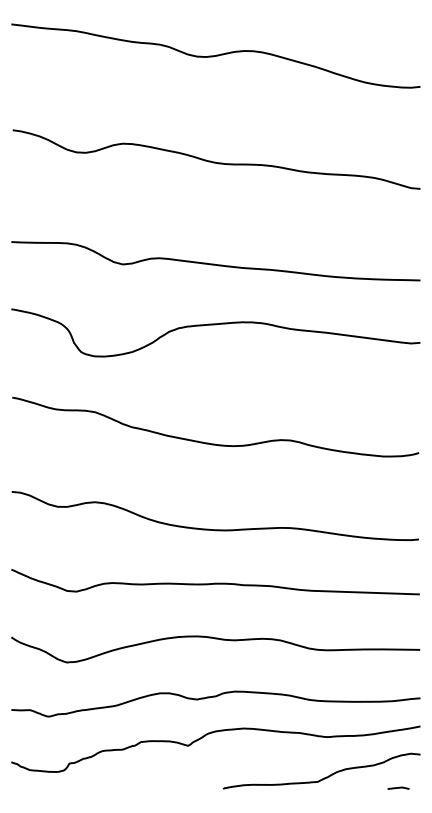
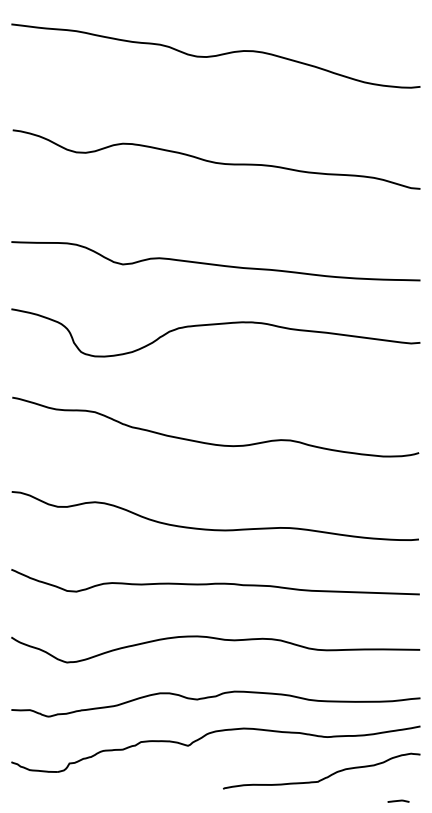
line at (398, 787) position: (398, 787) -> (398, 800)
